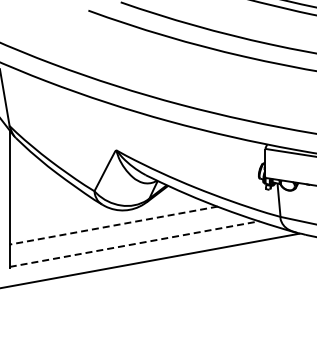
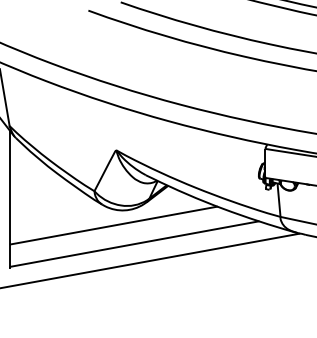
line at (113, 225): dashed -> solid
line at (134, 244): dashed -> solid
